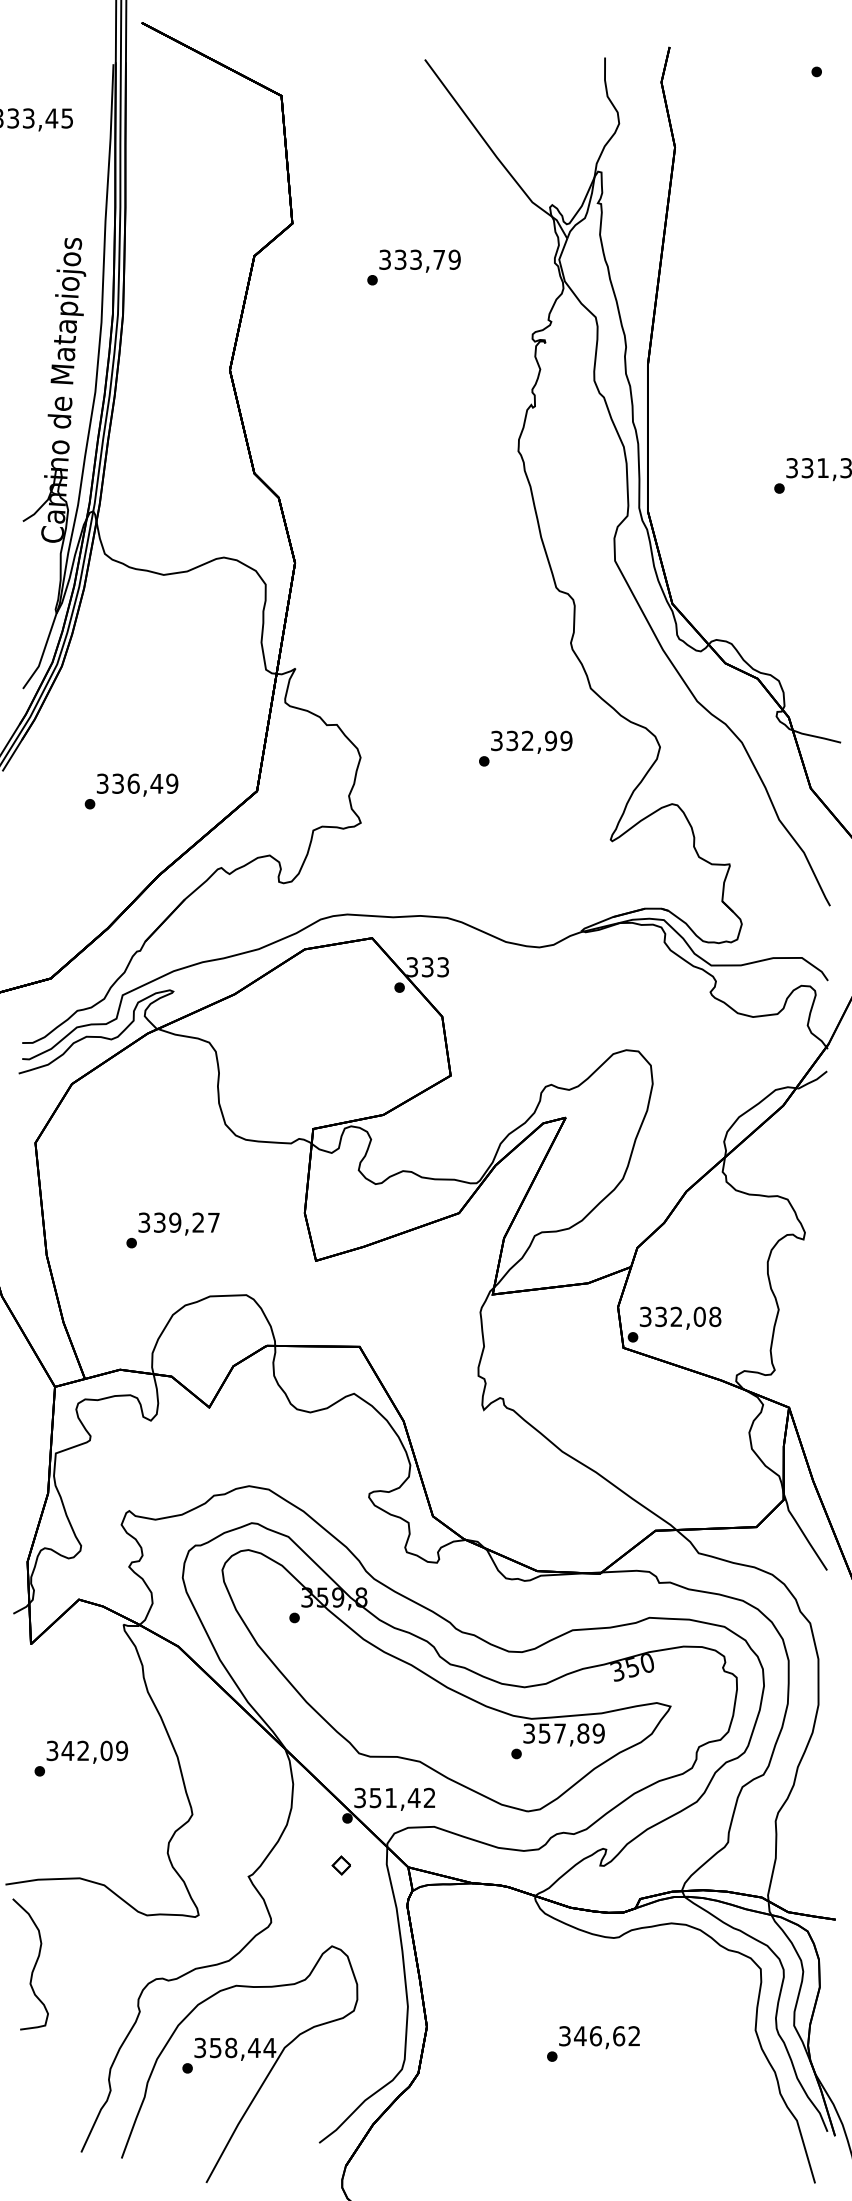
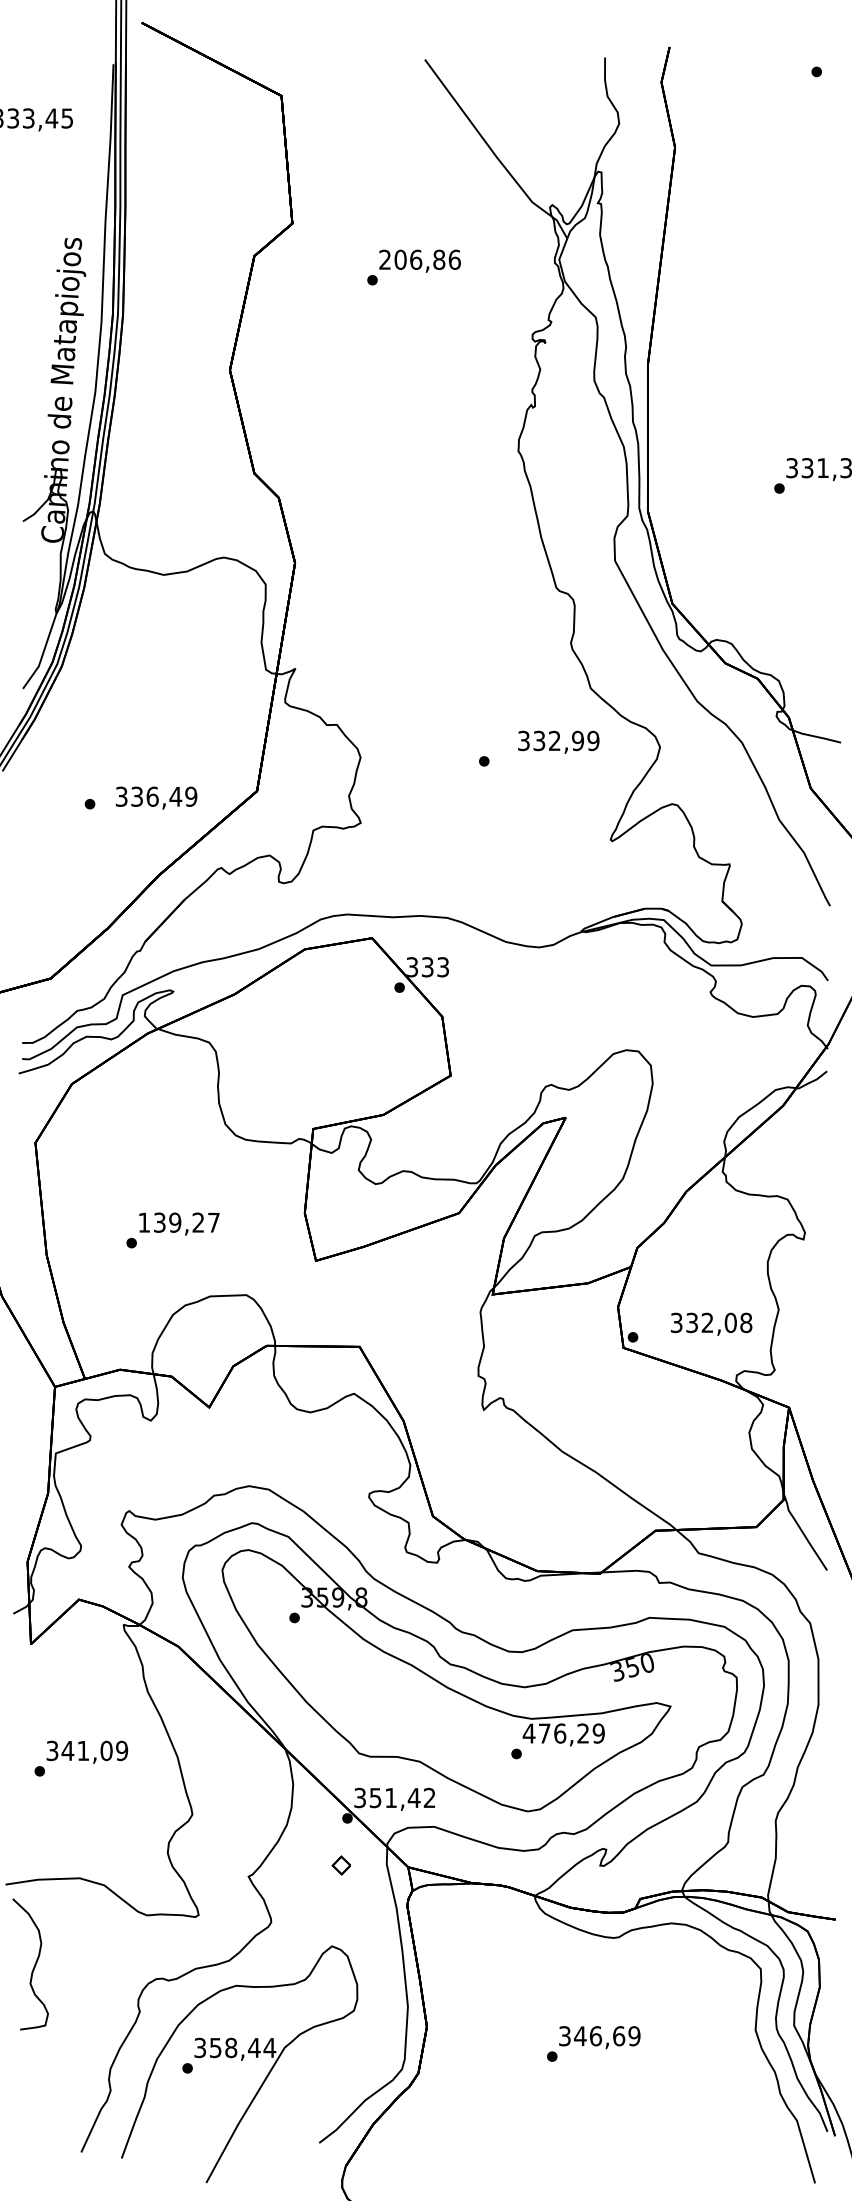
text at (419, 259): 333,79 -> 206,86
text at (531, 741) position: (531, 741) -> (558, 741)
text at (137, 784) position: (137, 784) -> (156, 797)
text at (144, 1222): 339,27 -> 139,27
text at (680, 1317) position: (680, 1317) -> (711, 1323)
text at (555, 1733): 357,89 -> 476,29
text at (82, 1750): 342,09 -> 341,09
text at (634, 2036): 346,62 -> 346,69
